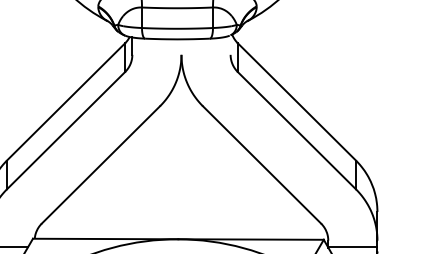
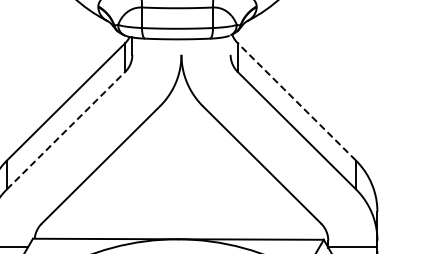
line at (296, 101): solid -> dashed
line at (66, 130): solid -> dashed
